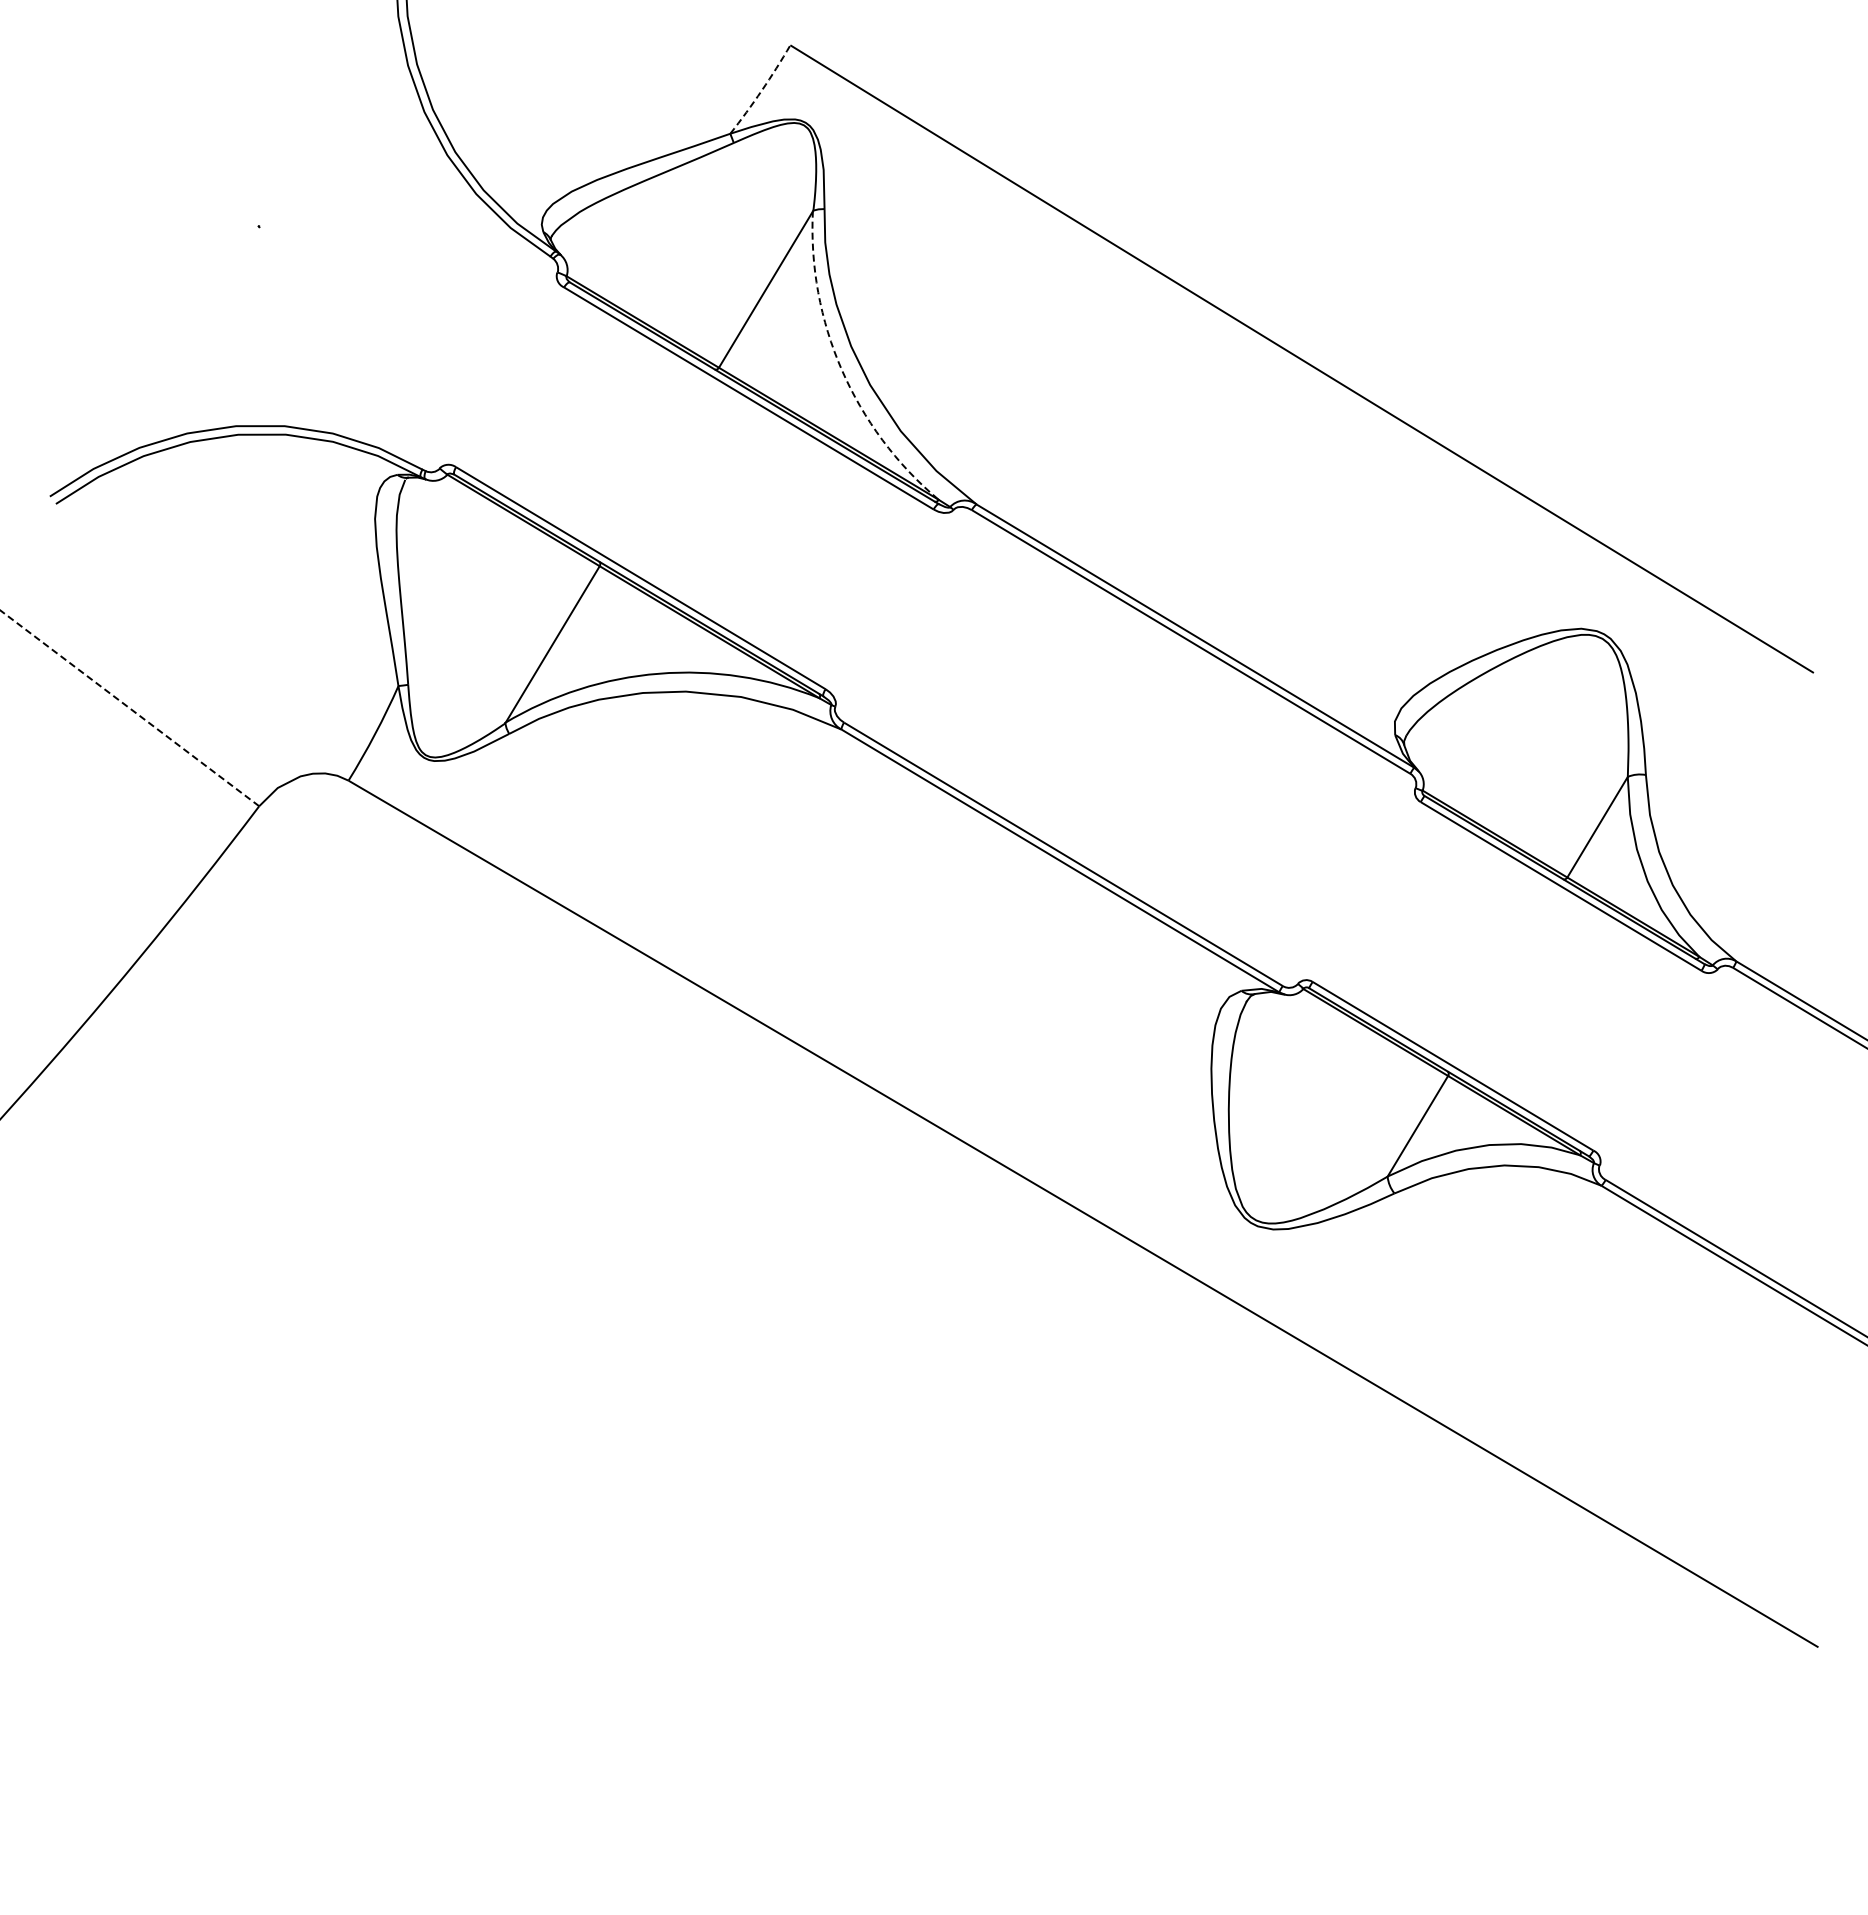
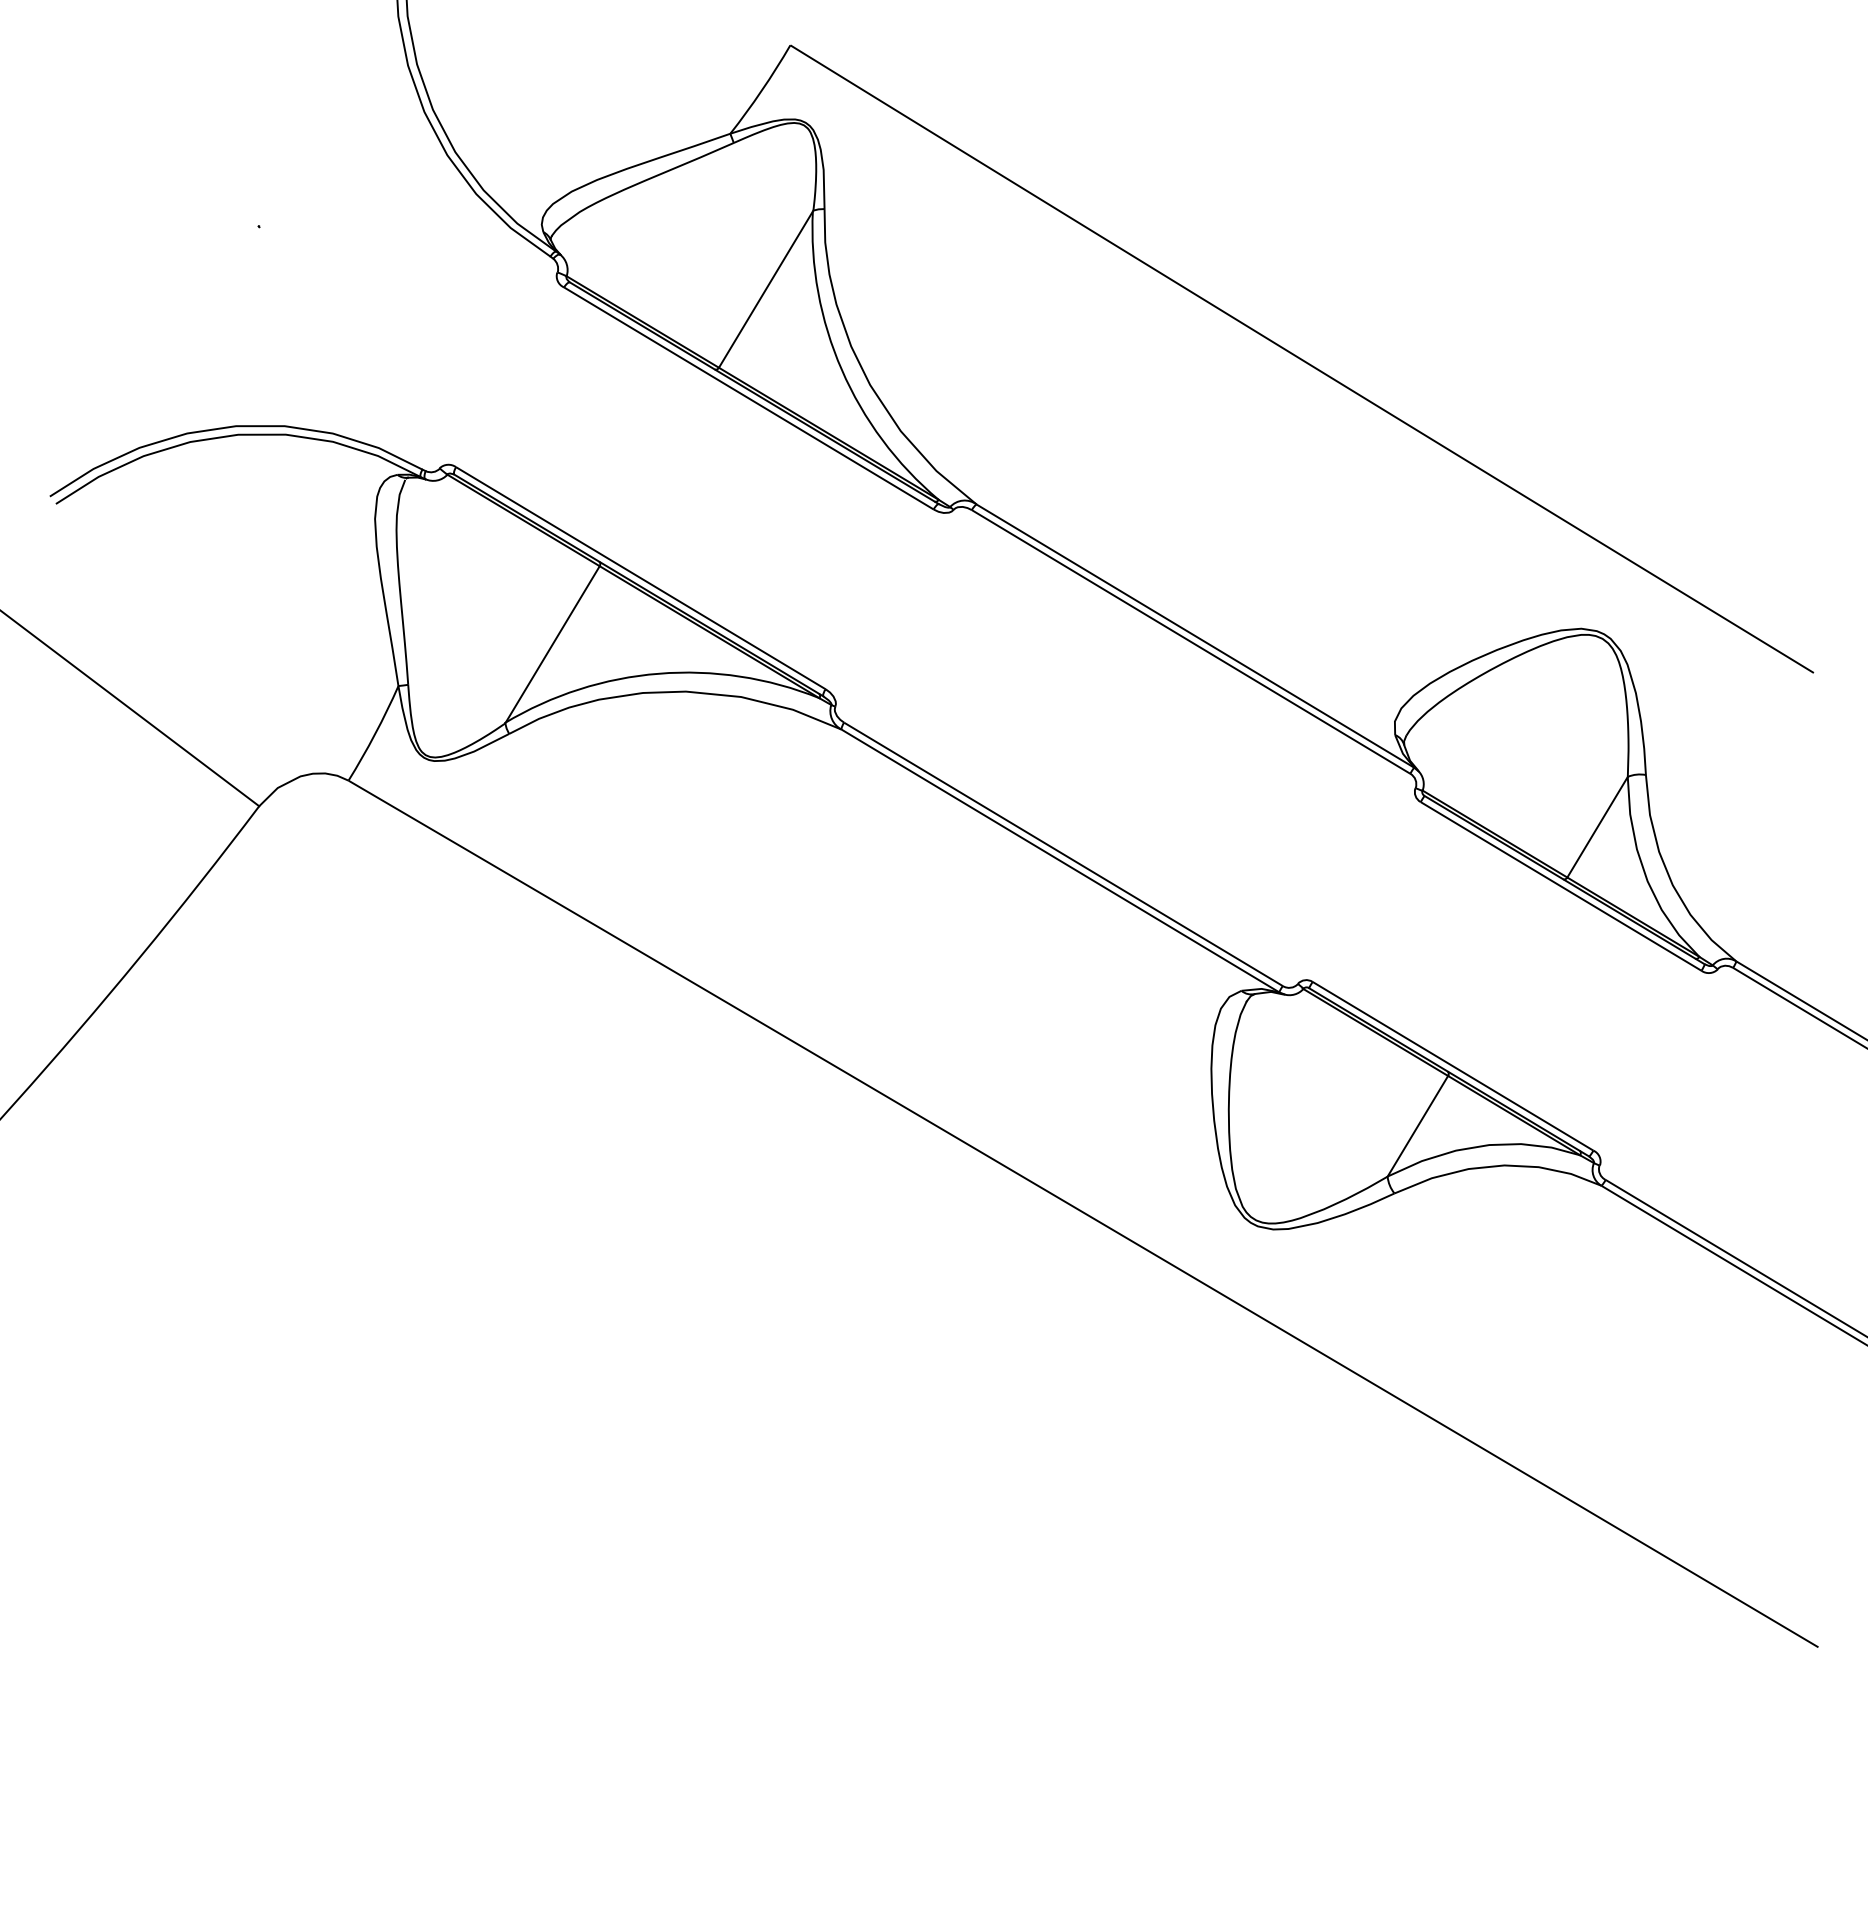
arc at (761, 90): dashed -> solid
arc at (841, 370): dashed -> solid
line at (129, 708): dashed -> solid
